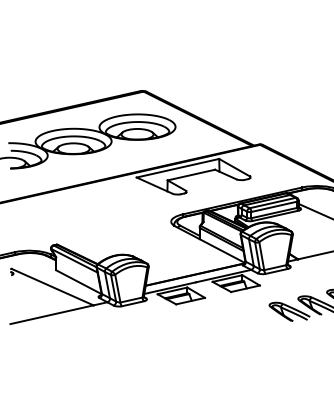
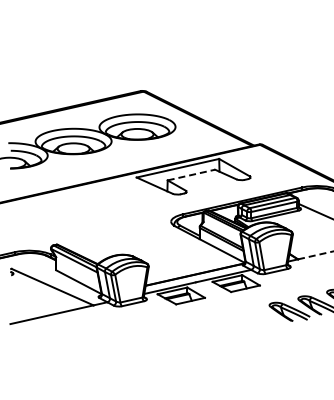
line at (191, 174): solid -> dashed
line at (316, 255): solid -> dashed
